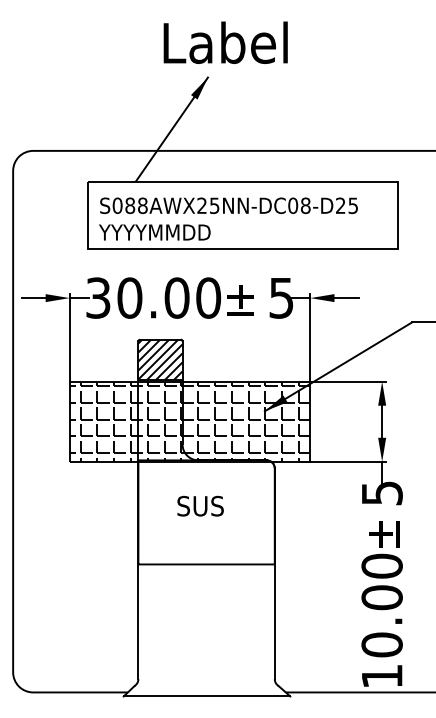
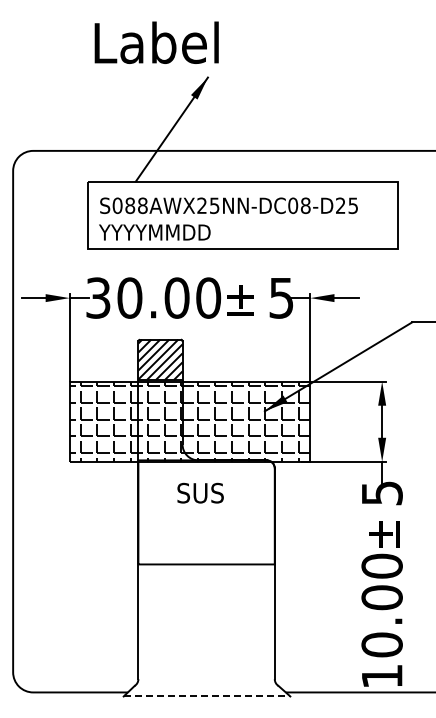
text at (225, 42) position: (225, 42) -> (156, 42)
text at (200, 505) position: (200, 505) -> (200, 492)
line at (207, 696): solid -> dashed
